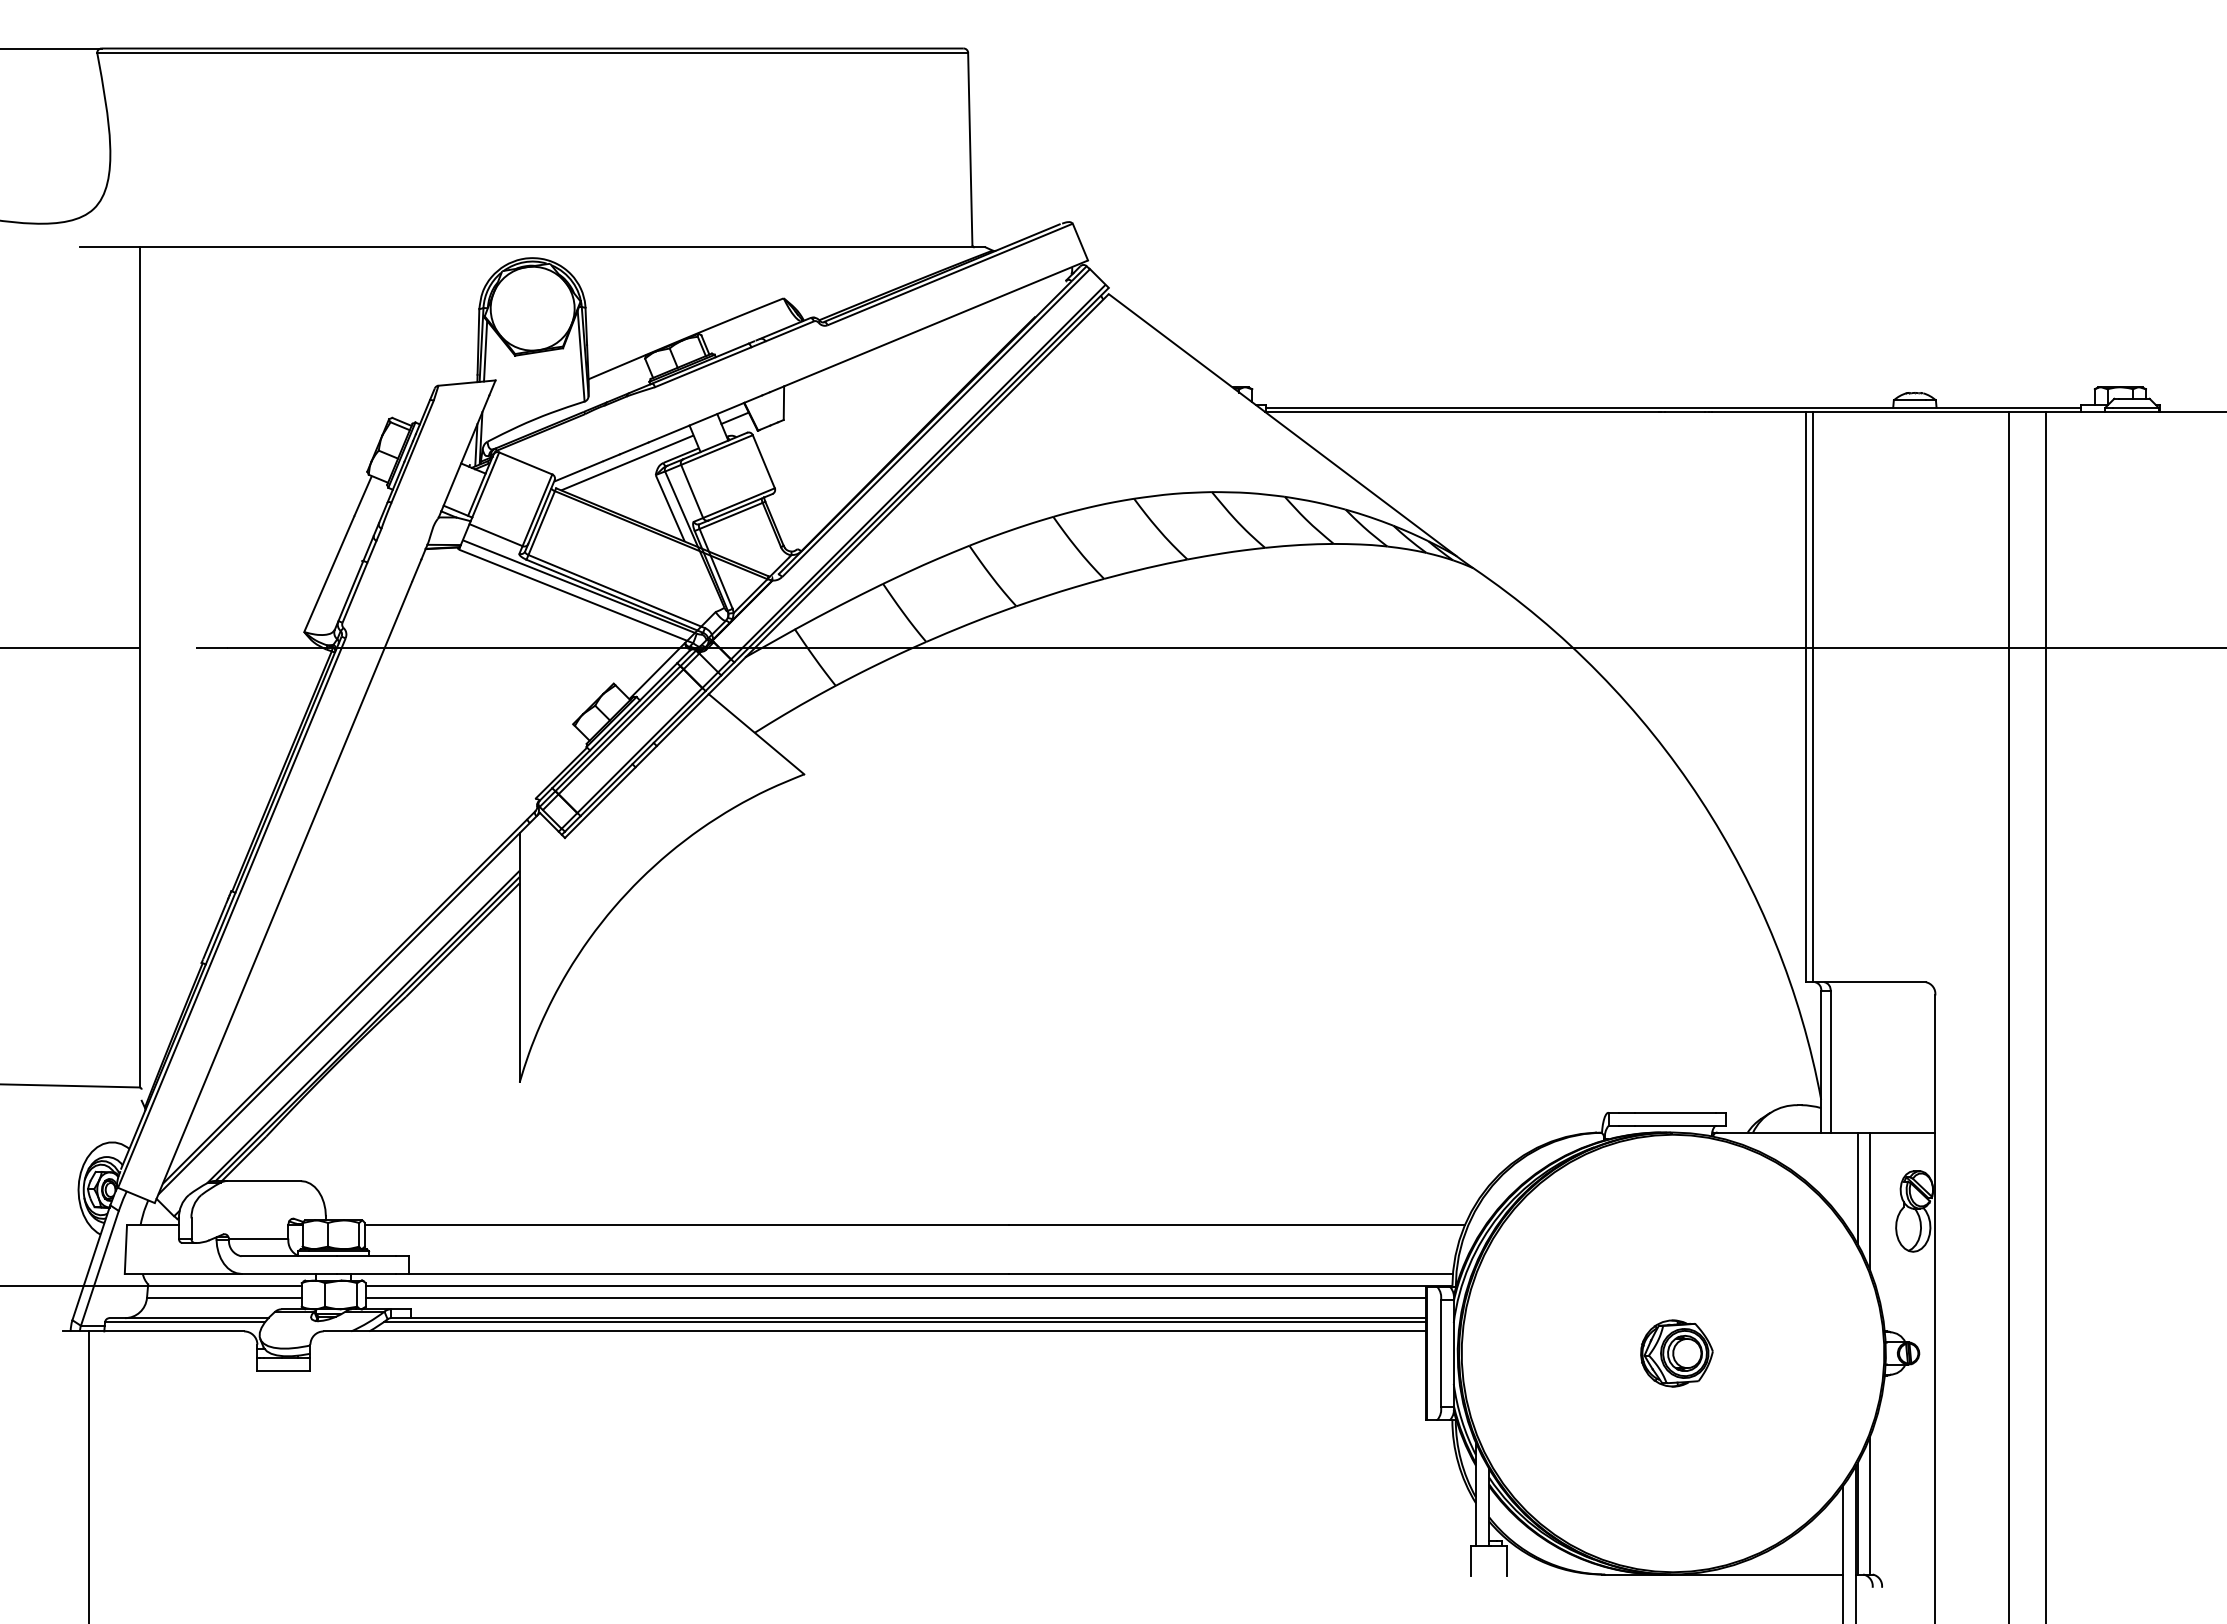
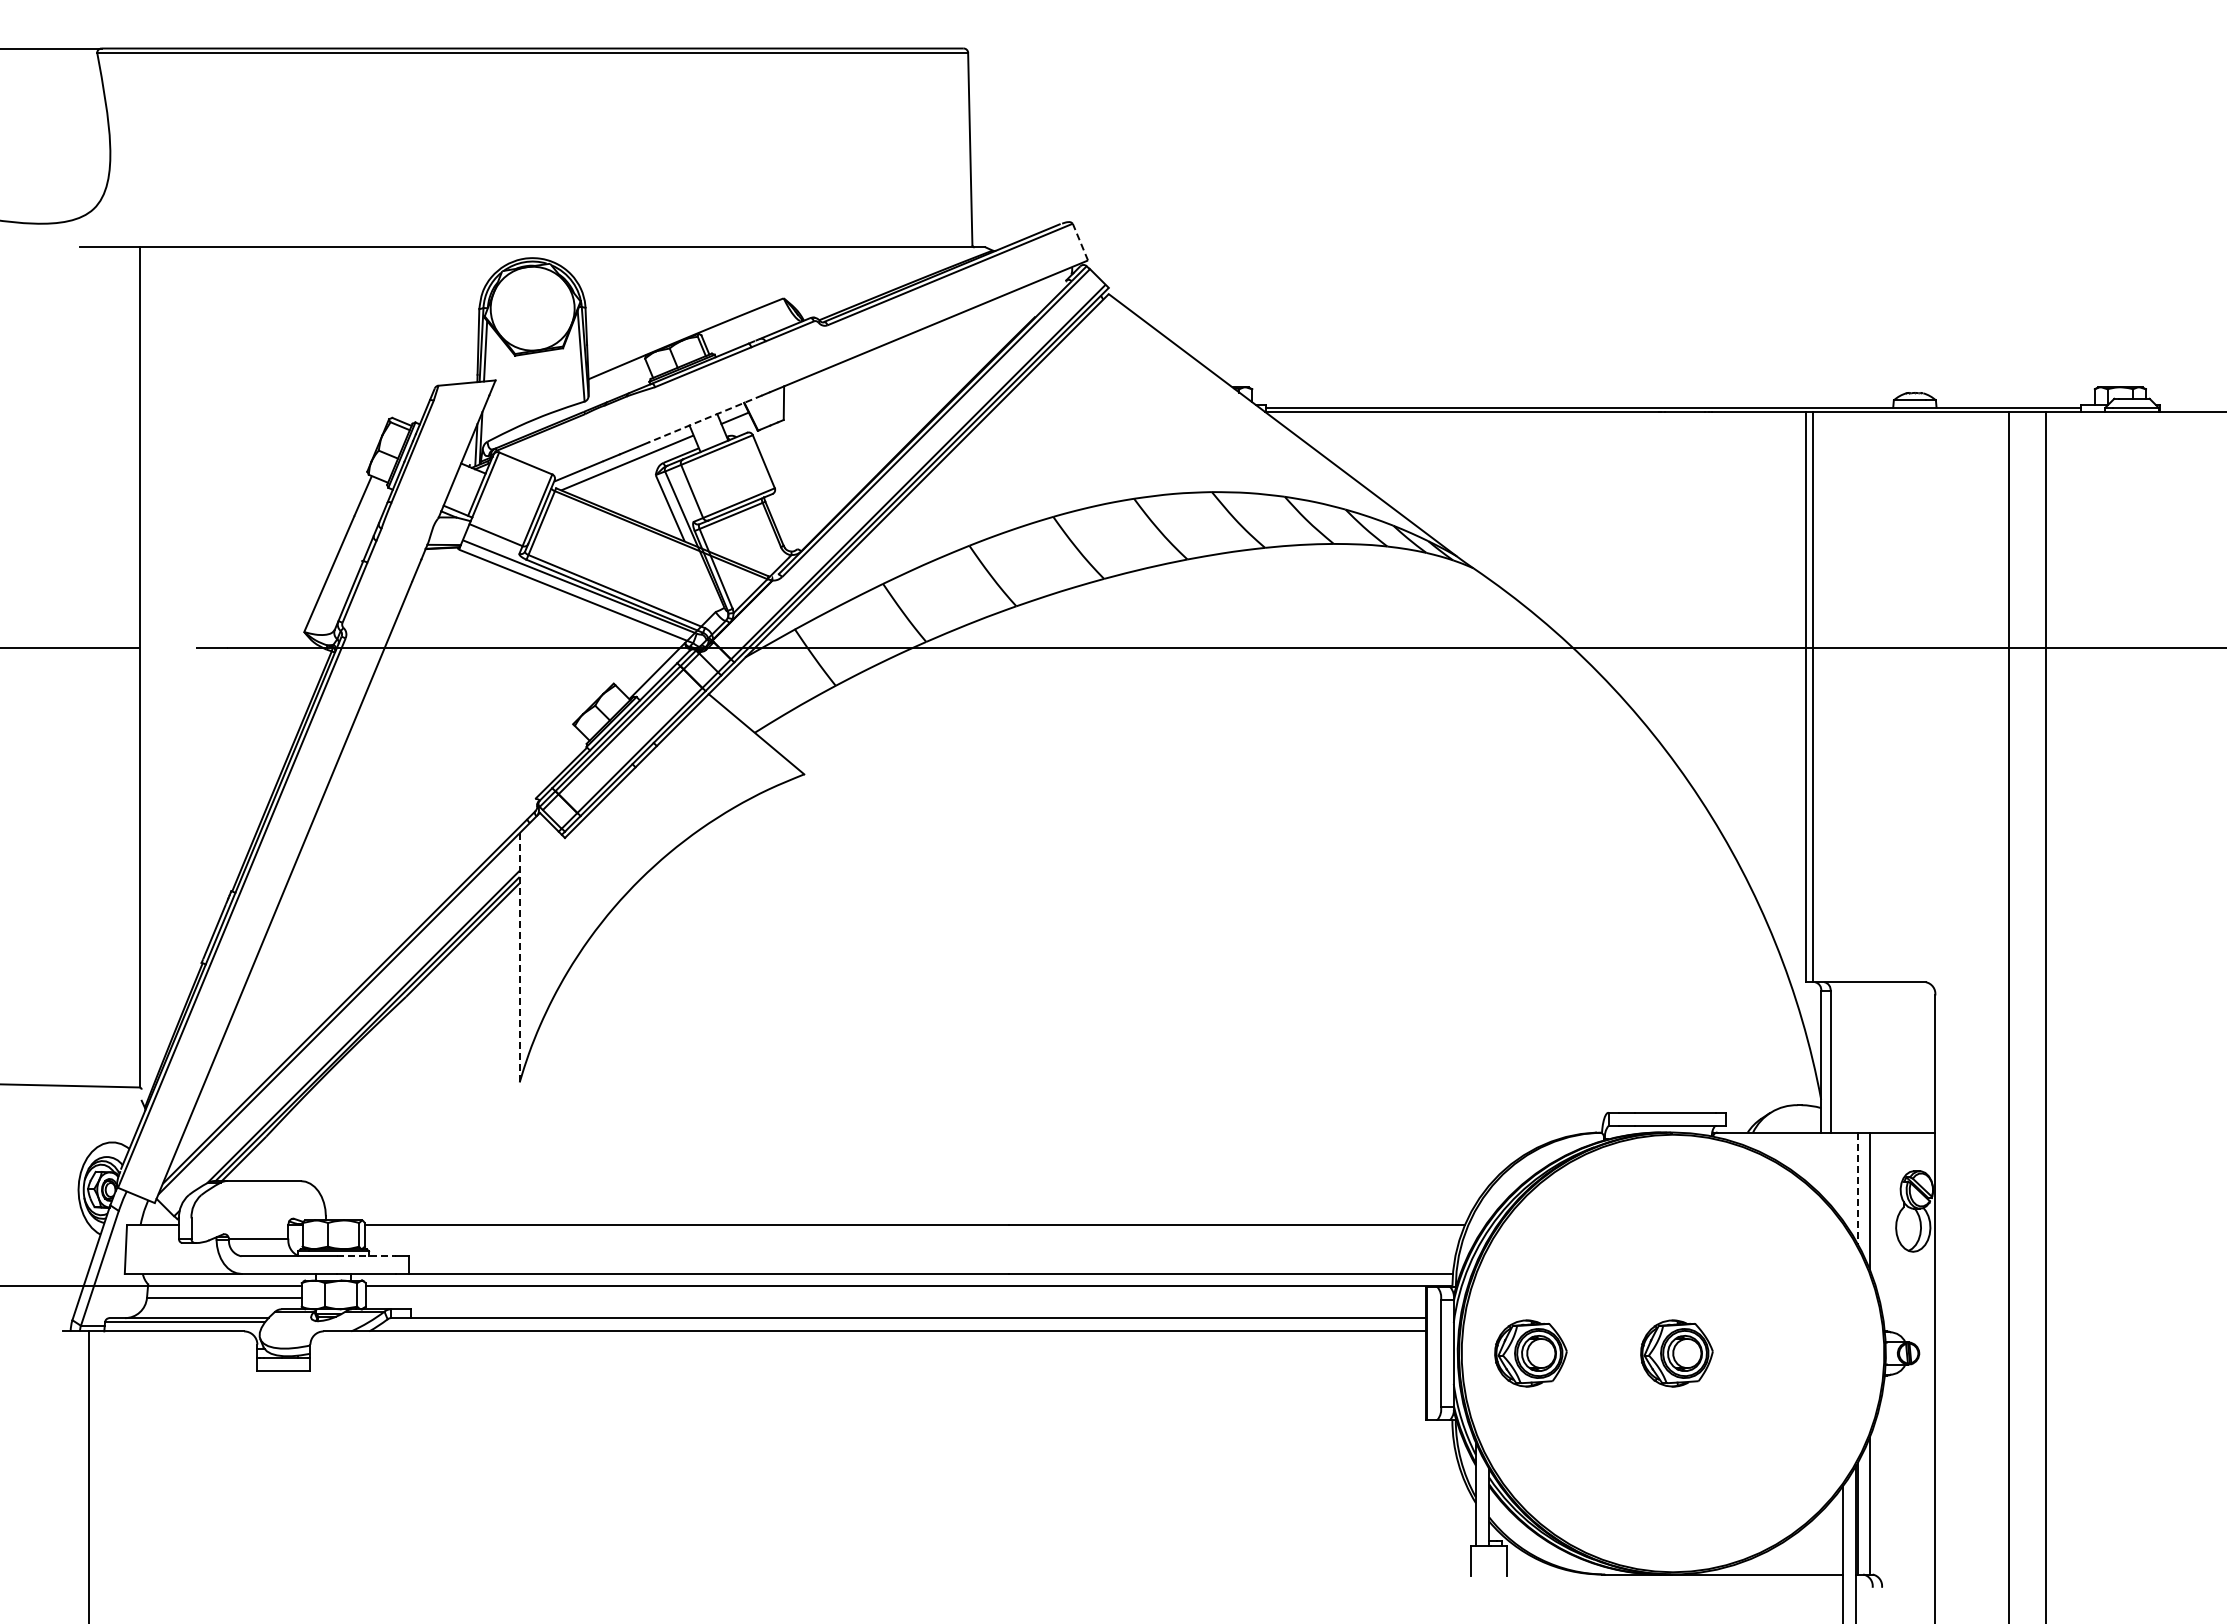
line at (1080, 242): solid -> dashed
line at (705, 419): solid -> dashed
line at (519, 957): solid -> dashed
line at (1857, 1188): solid -> dashed
line at (366, 1256): solid -> dashed
line at (895, 1297): present -> none
line at (904, 1322): present -> none
part at (1530, 1353): none -> present
